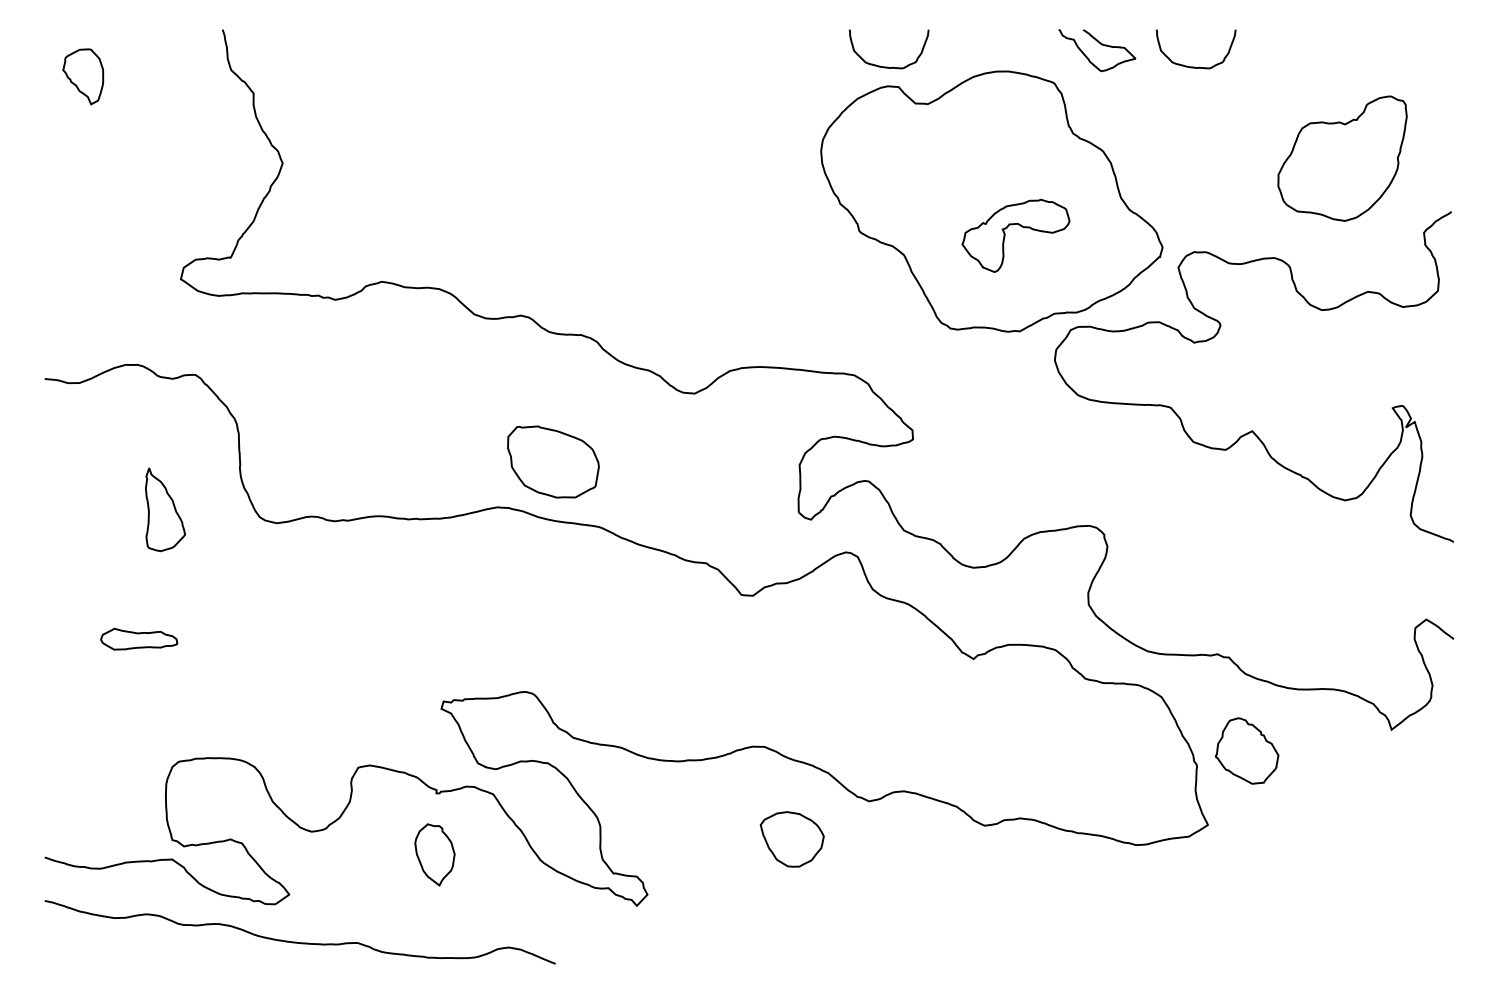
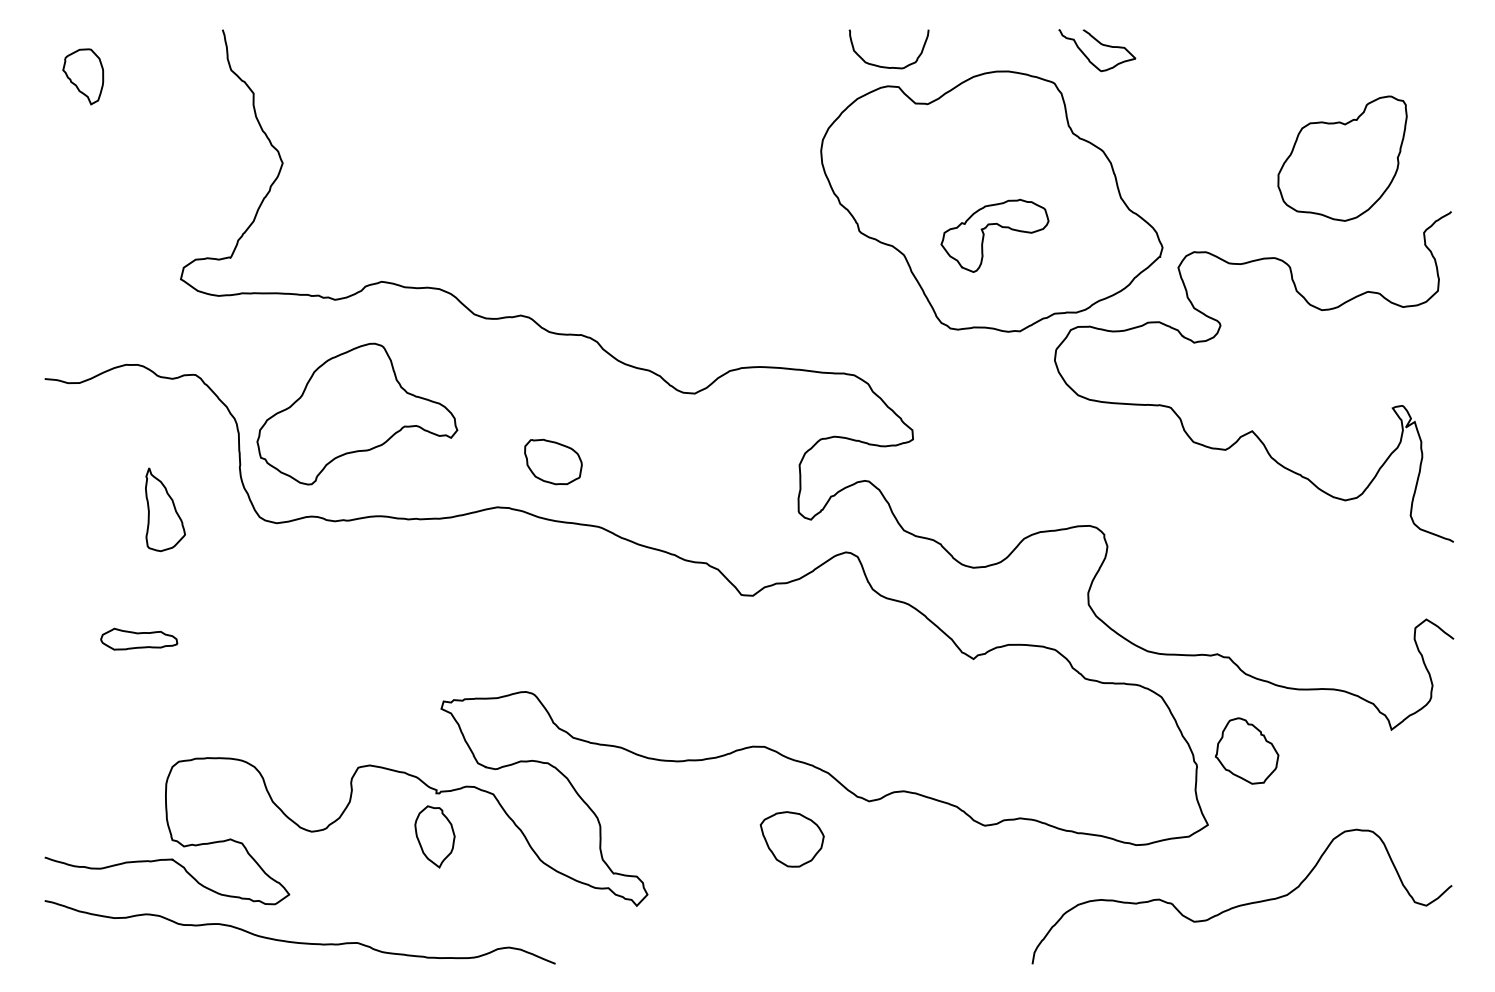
curve at (1194, 66): present -> none
part at (1005, 235) position: (1005, 235) -> (984, 235)
part at (357, 413): none -> present
part at (553, 461) size: 93x74 px -> 59x48 px
part at (434, 854) position: (434, 854) -> (434, 836)
curve at (1244, 903): none -> present
